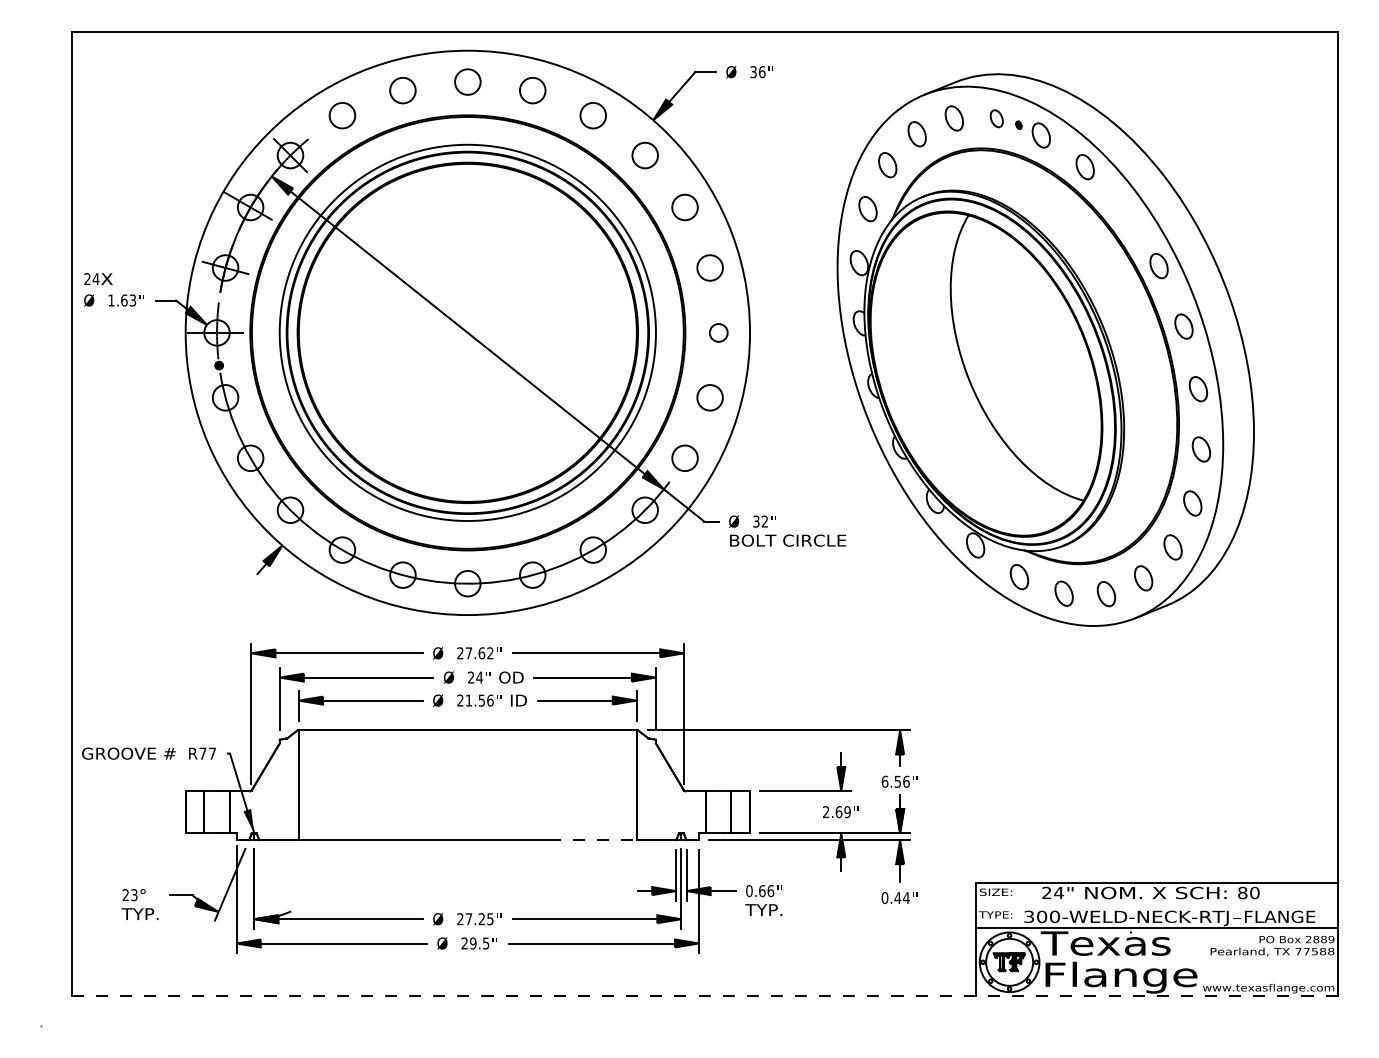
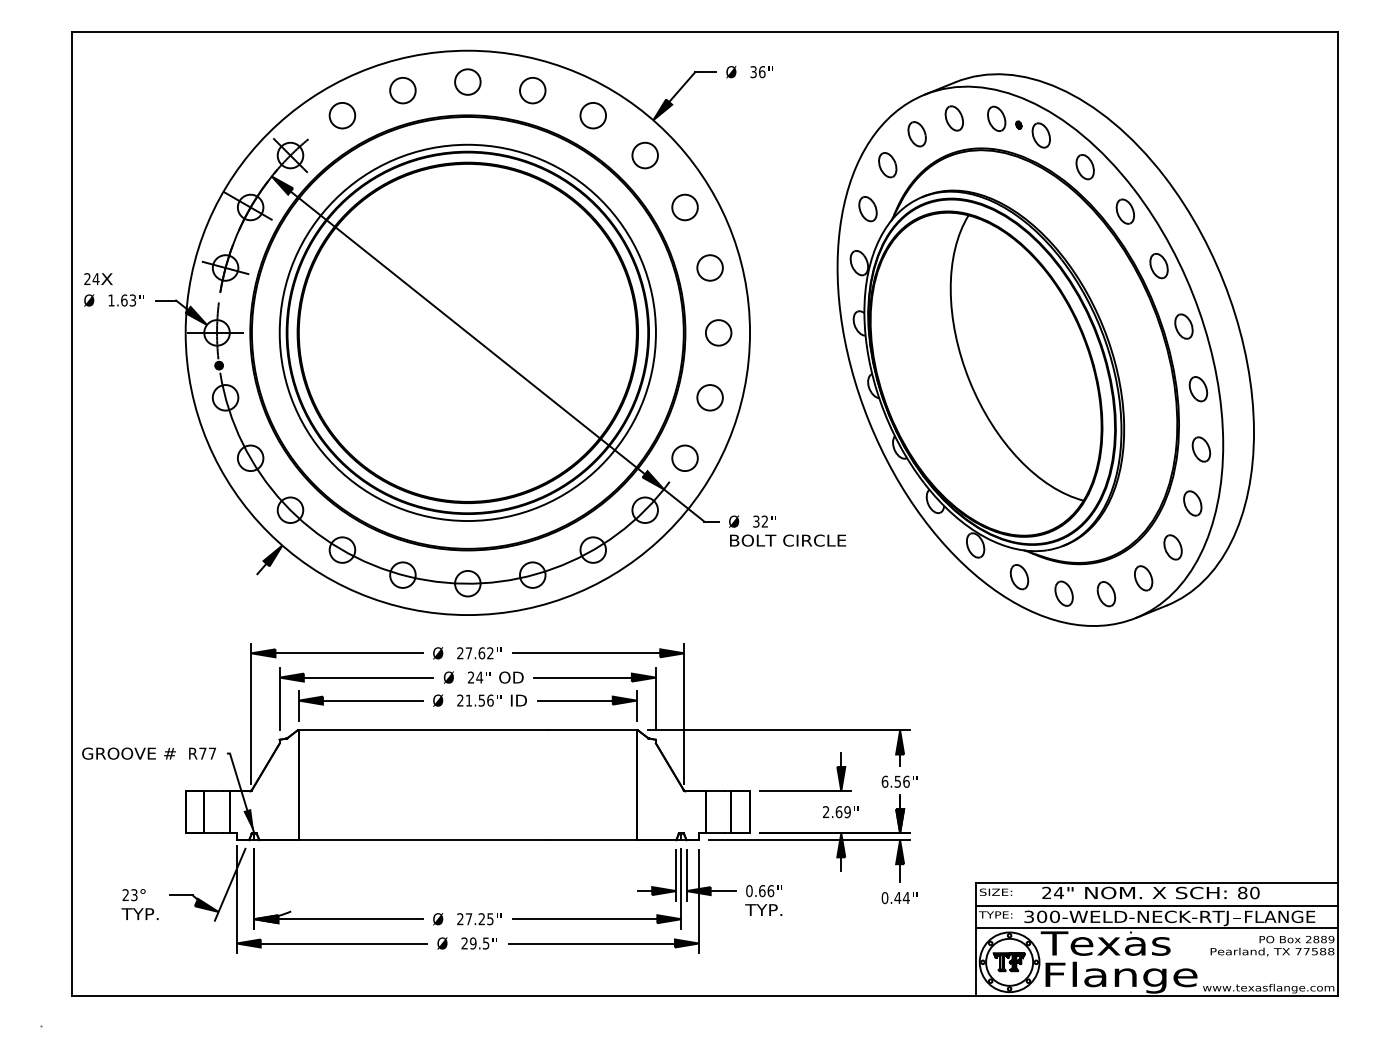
part at (996, 118) size: 15x20 px -> 20x27 px
part at (1124, 211): none -> present
circle at (718, 332) size: 20x20 px -> 28x28 px
line at (592, 840): dashed -> solid
line at (1156, 905): none -> present
line at (705, 996): dashed -> solid
